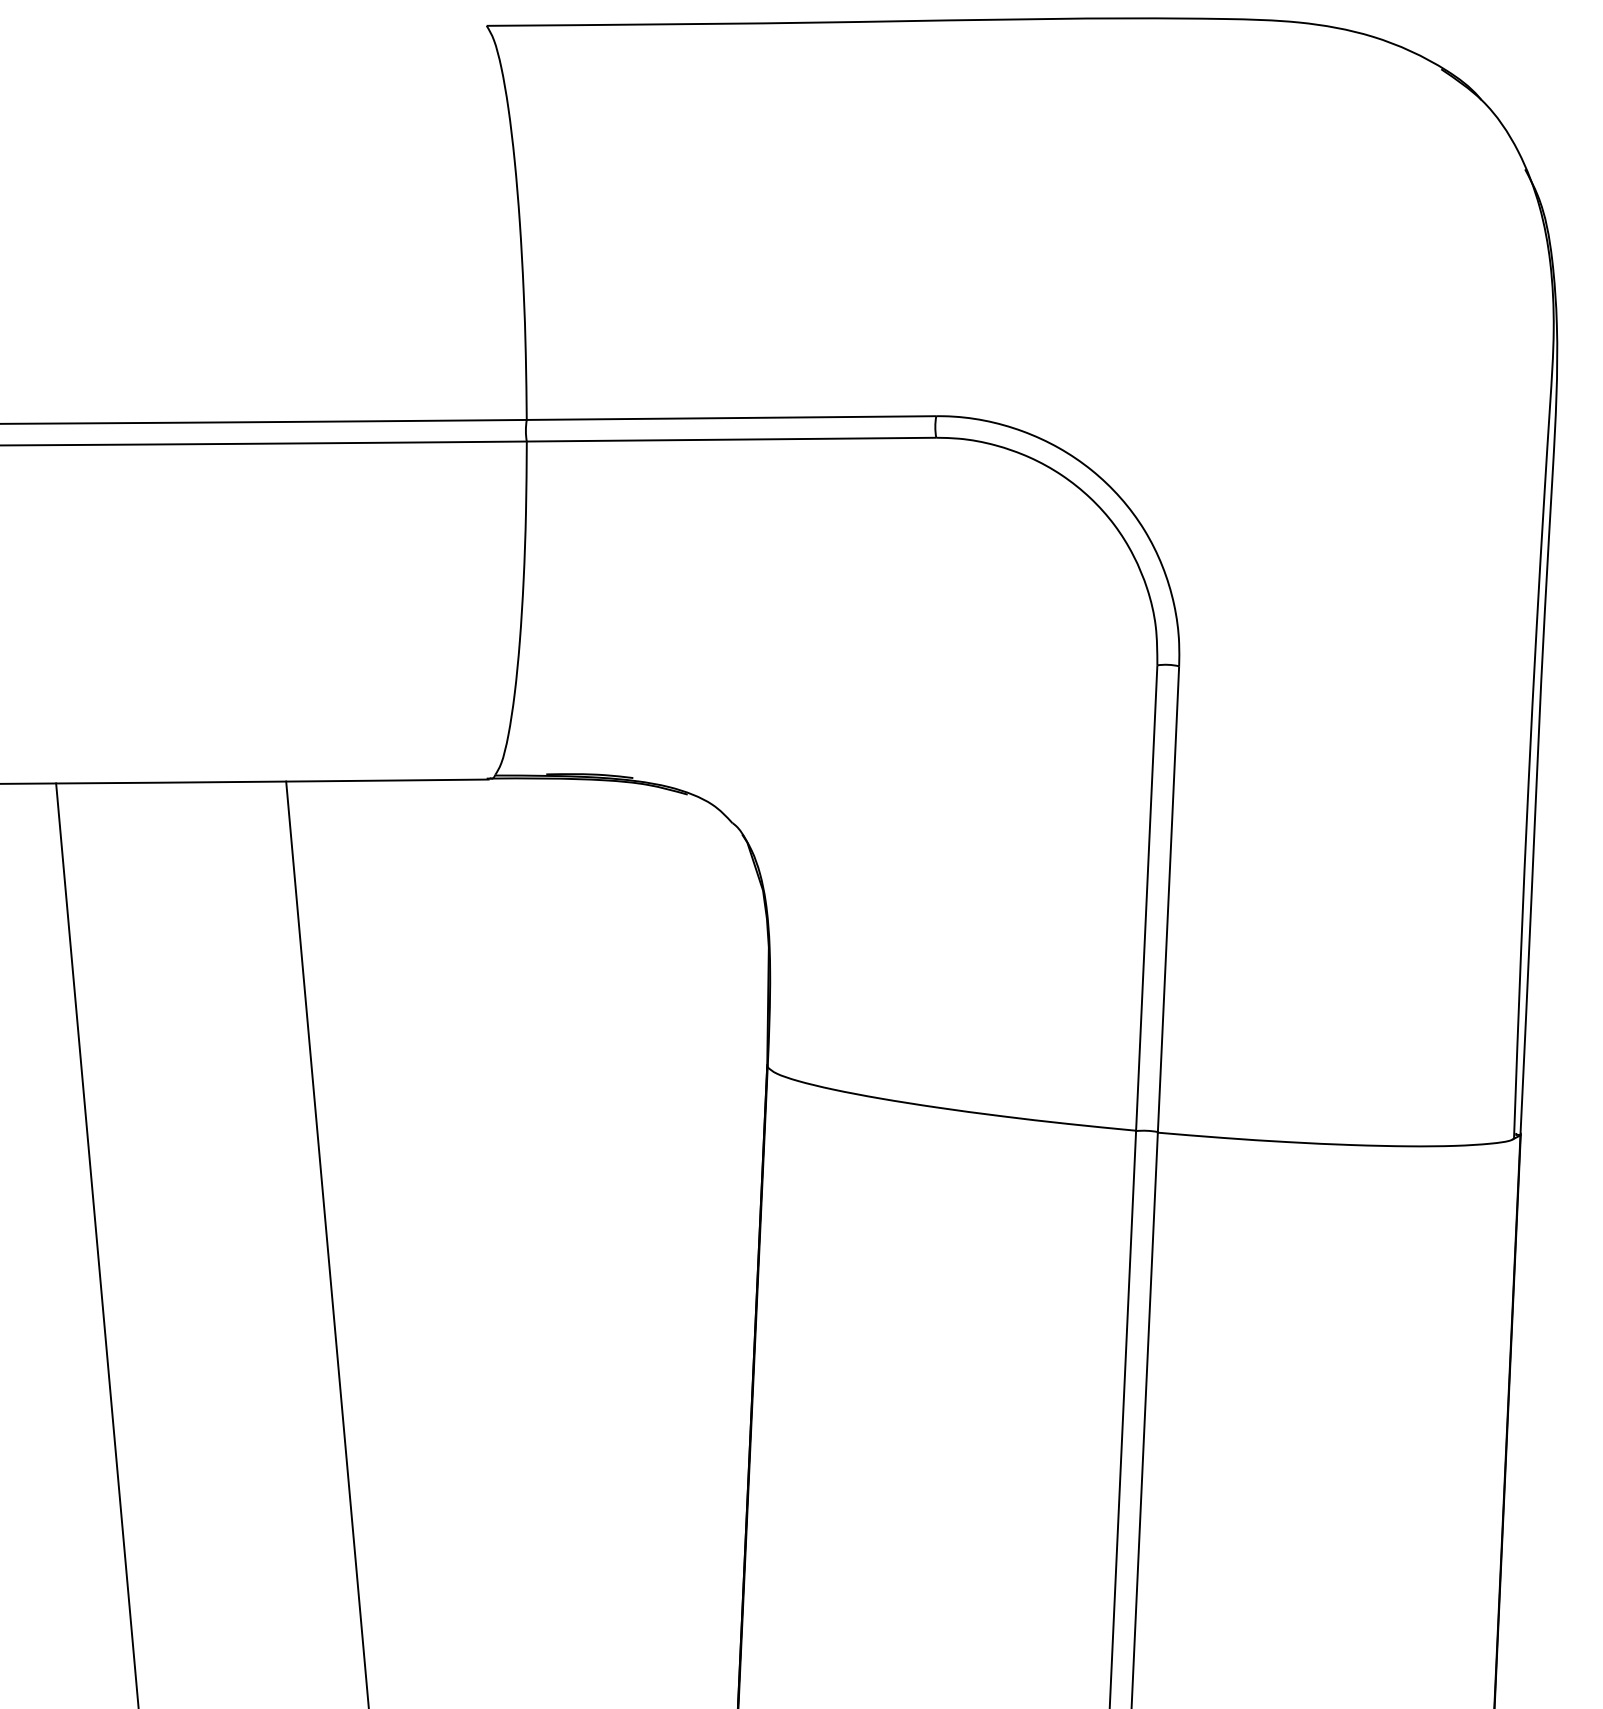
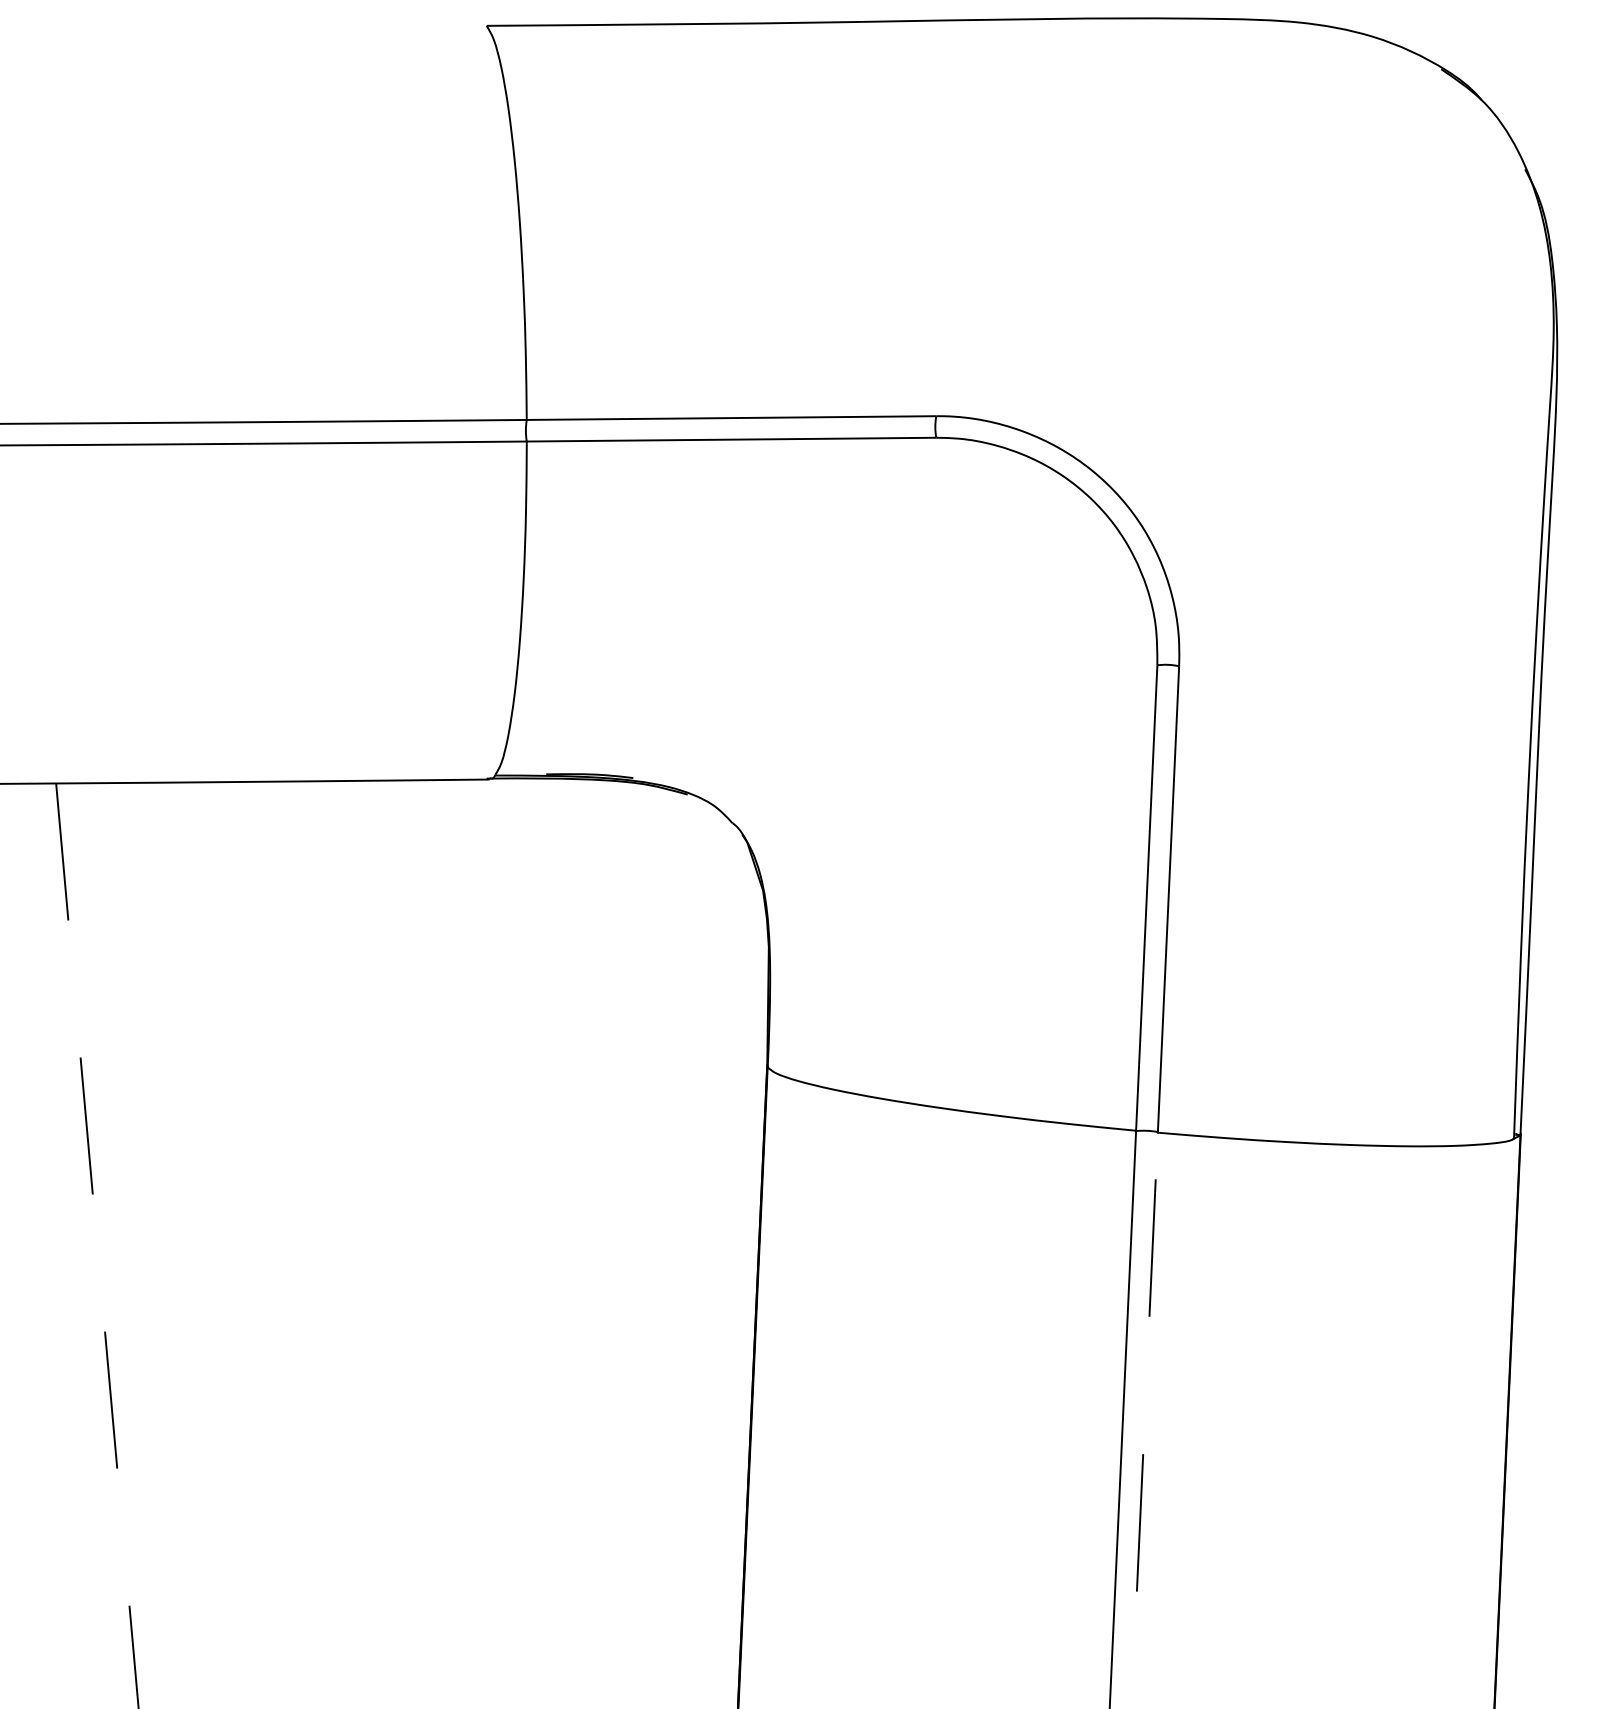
line at (327, 1243): present -> none
line at (97, 1246): solid -> dashed
line at (1144, 1420): solid -> dashed
